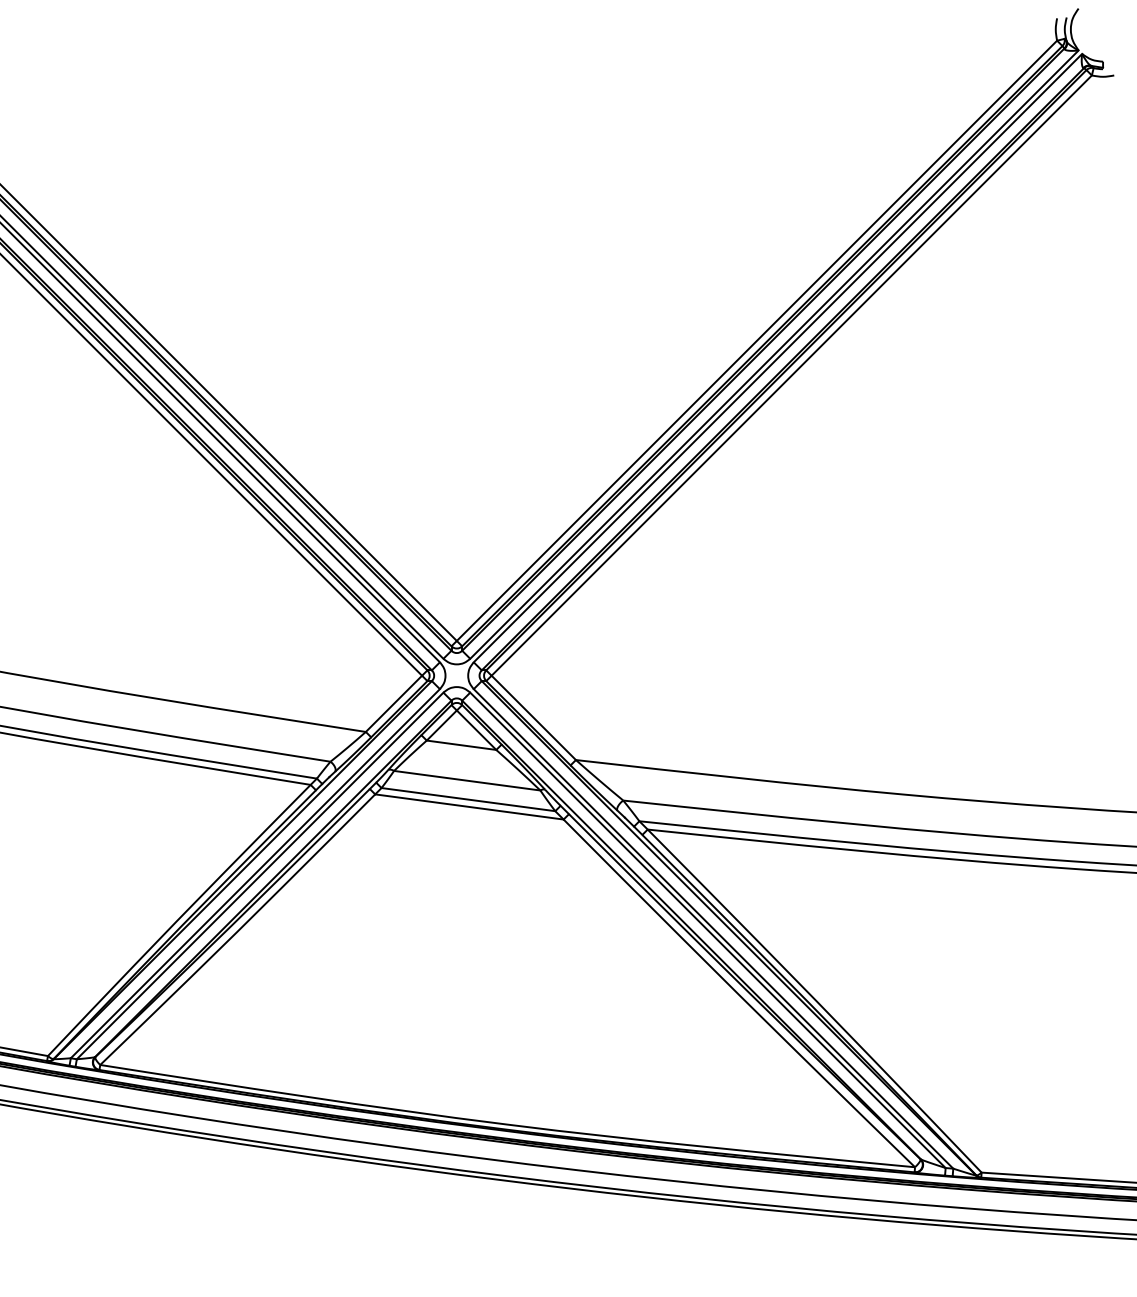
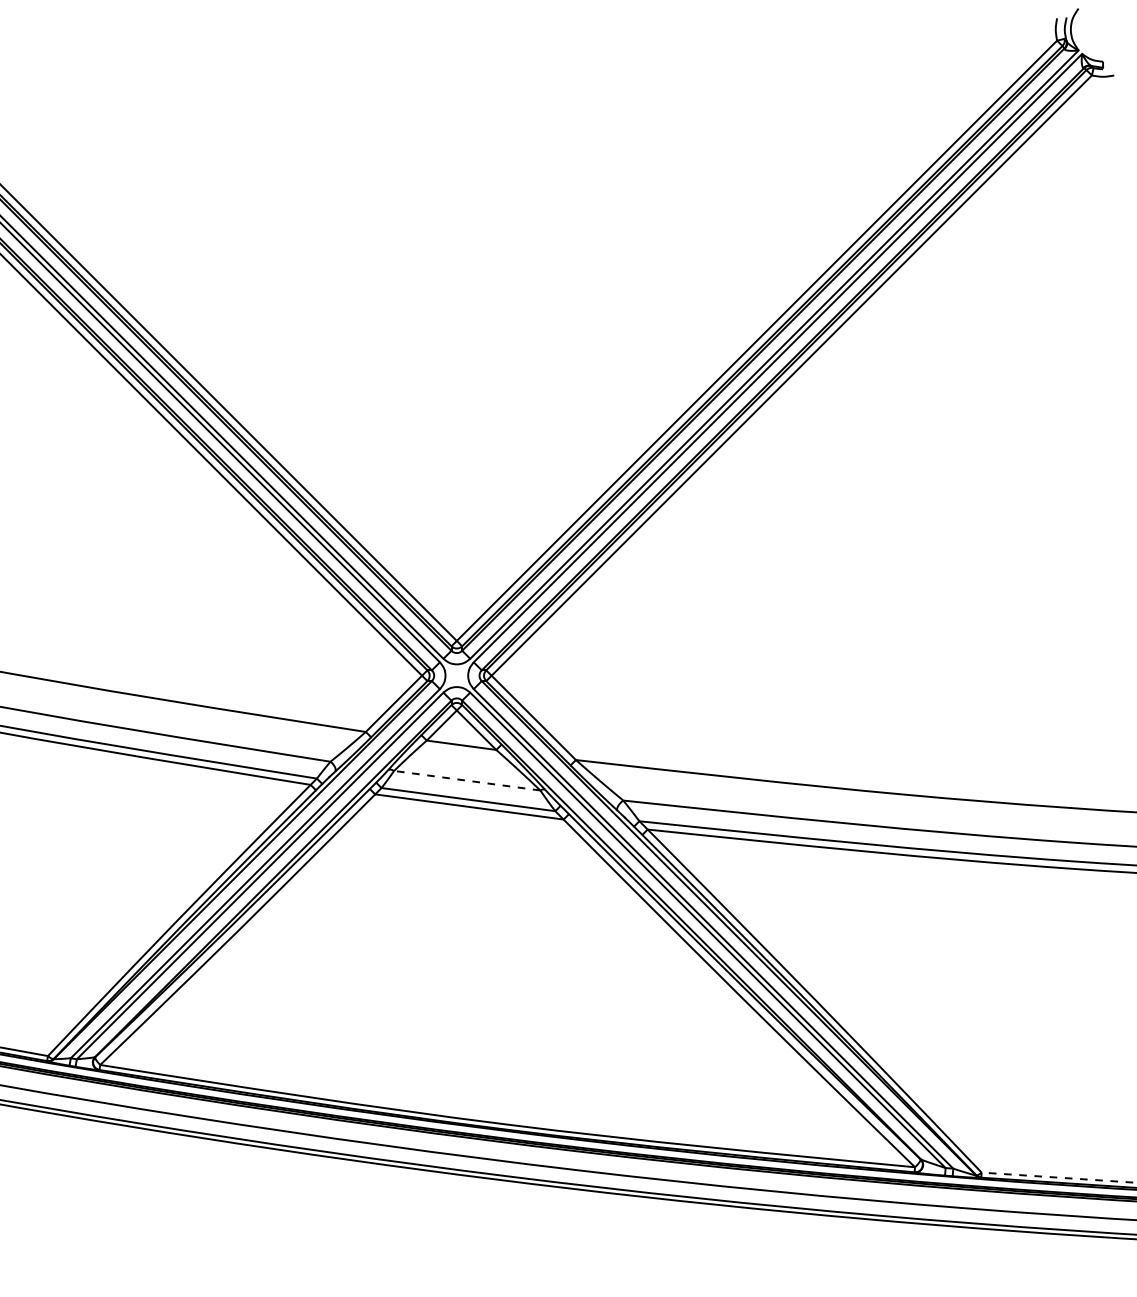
line at (467, 780): solid -> dashed
line at (1059, 1177): solid -> dashed
